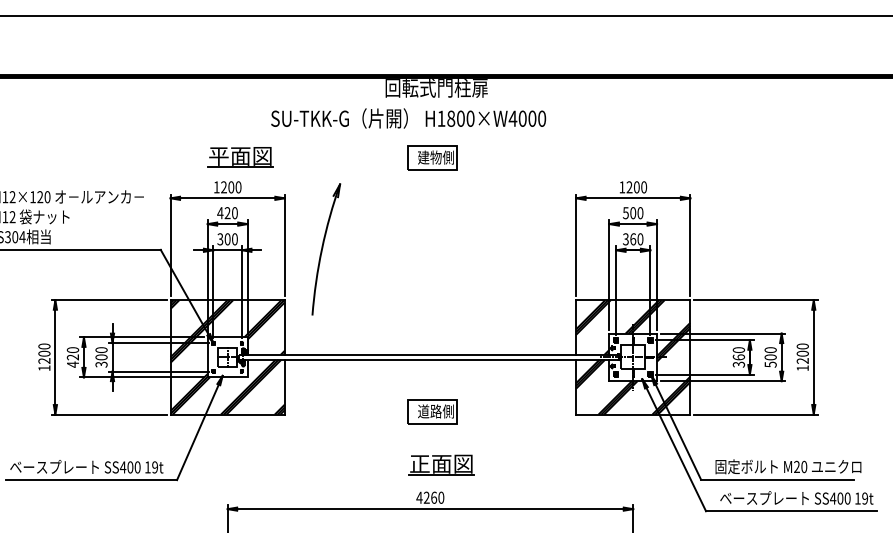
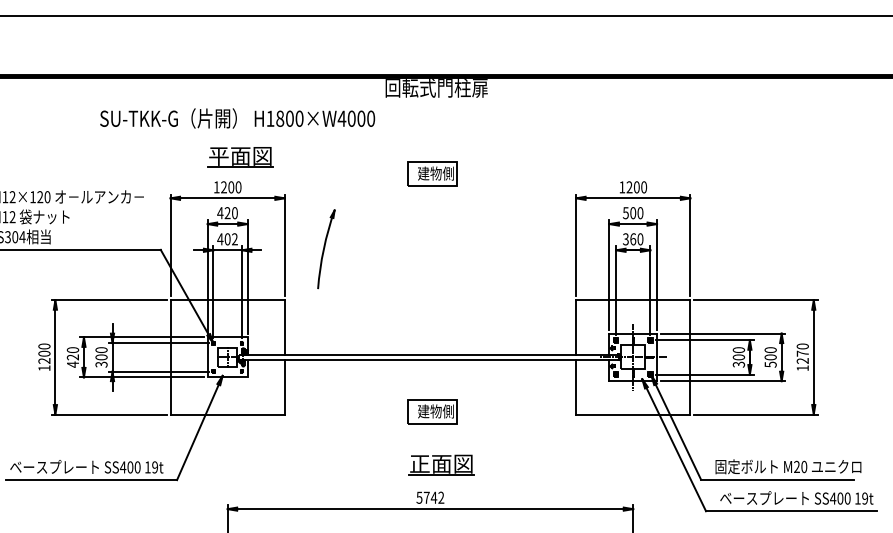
text at (408, 118) position: (408, 118) -> (237, 118)
part at (432, 157) position: (432, 157) -> (432, 173)
text at (227, 239): 300 -> 402
part at (326, 249) size: 31x133 px -> 19x81 px
text at (802, 353): 1200 -> 1270
hatch at (227, 357): present -> none
hatch at (633, 357): present -> none
text at (738, 357): 360 -> 300
text at (429, 411): 道路側 -> 建物側
text at (430, 497): 4260 -> 5742
